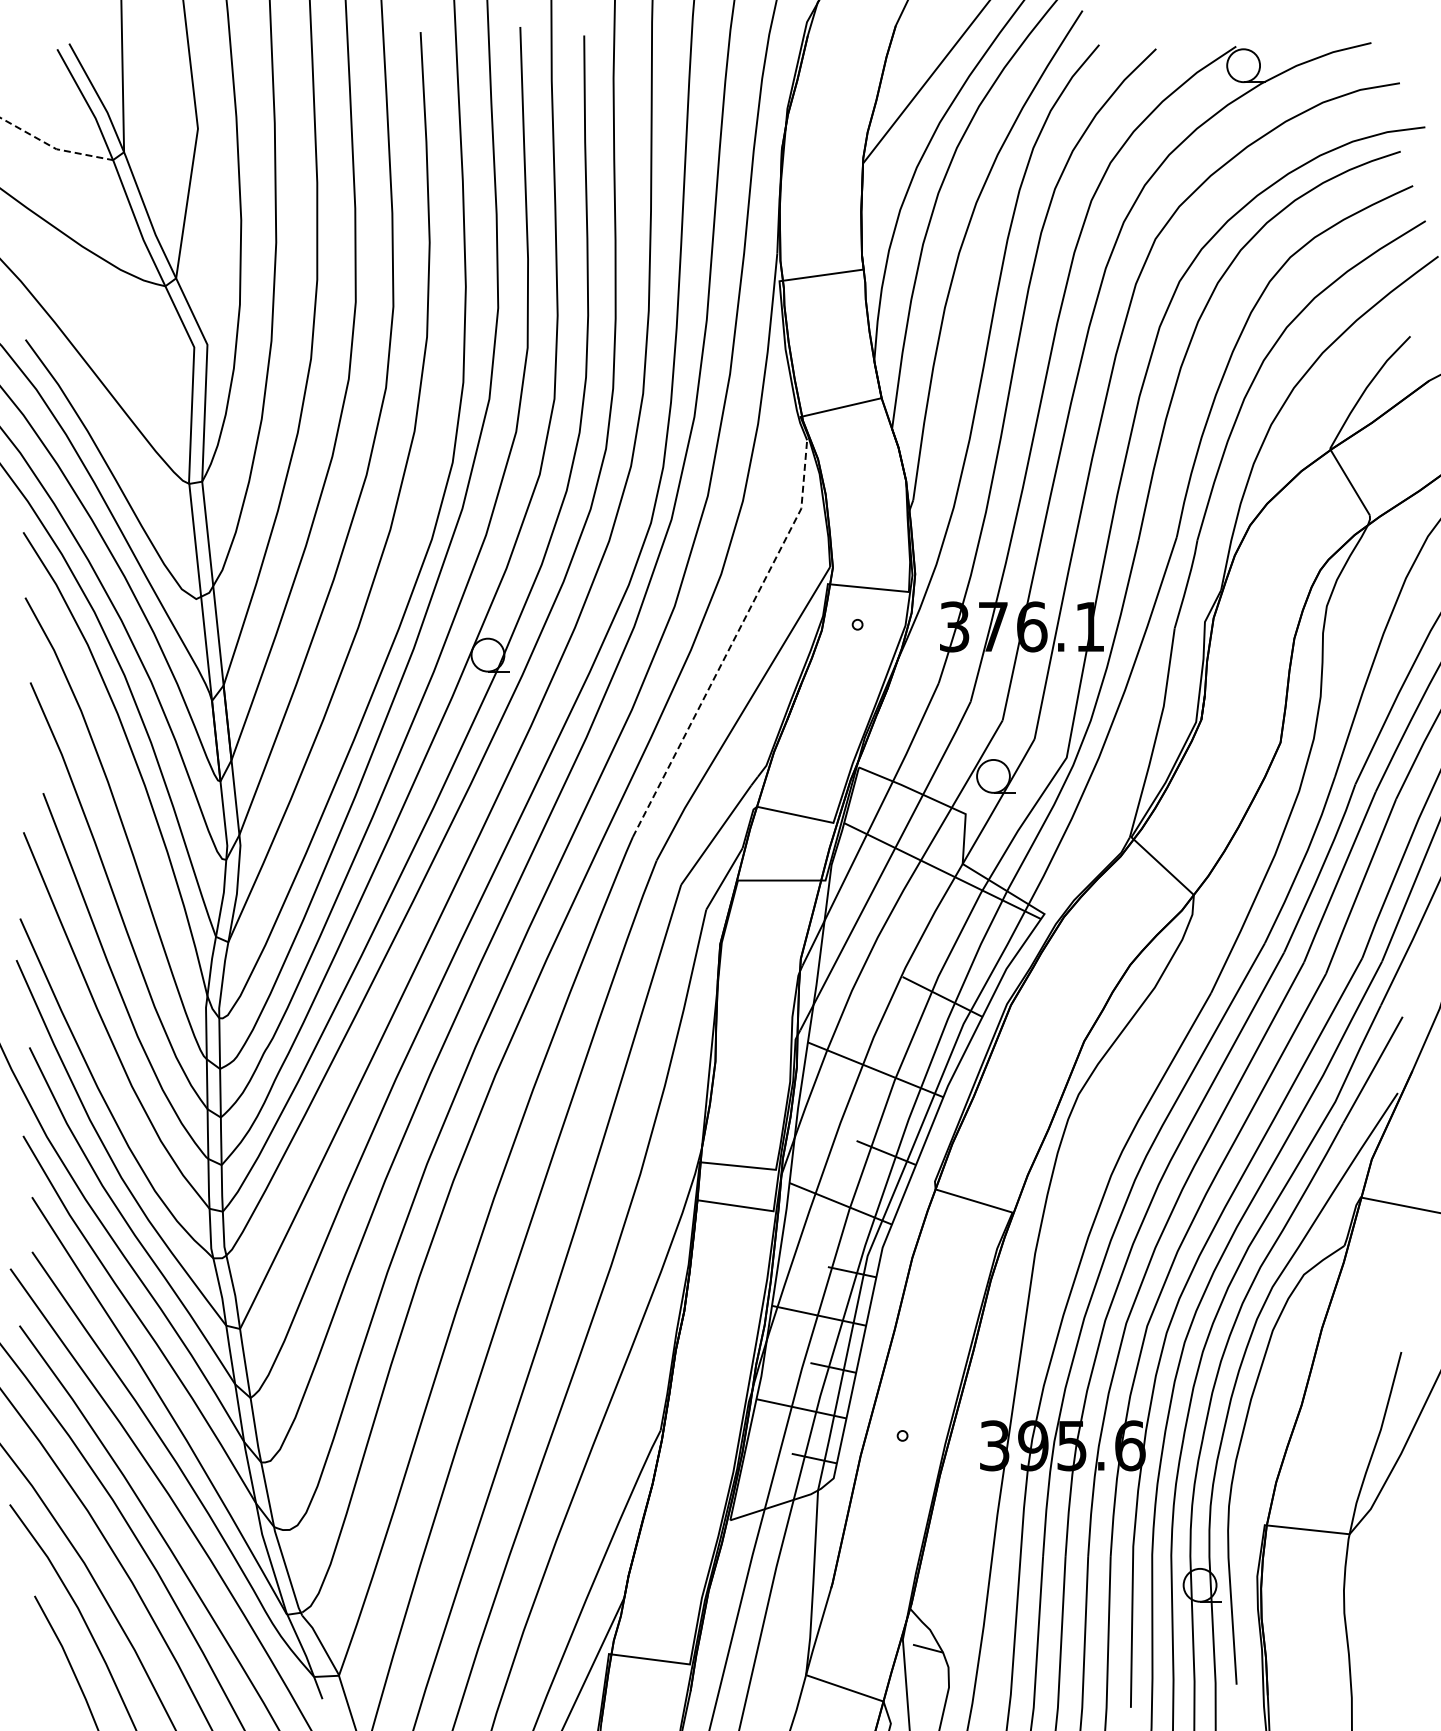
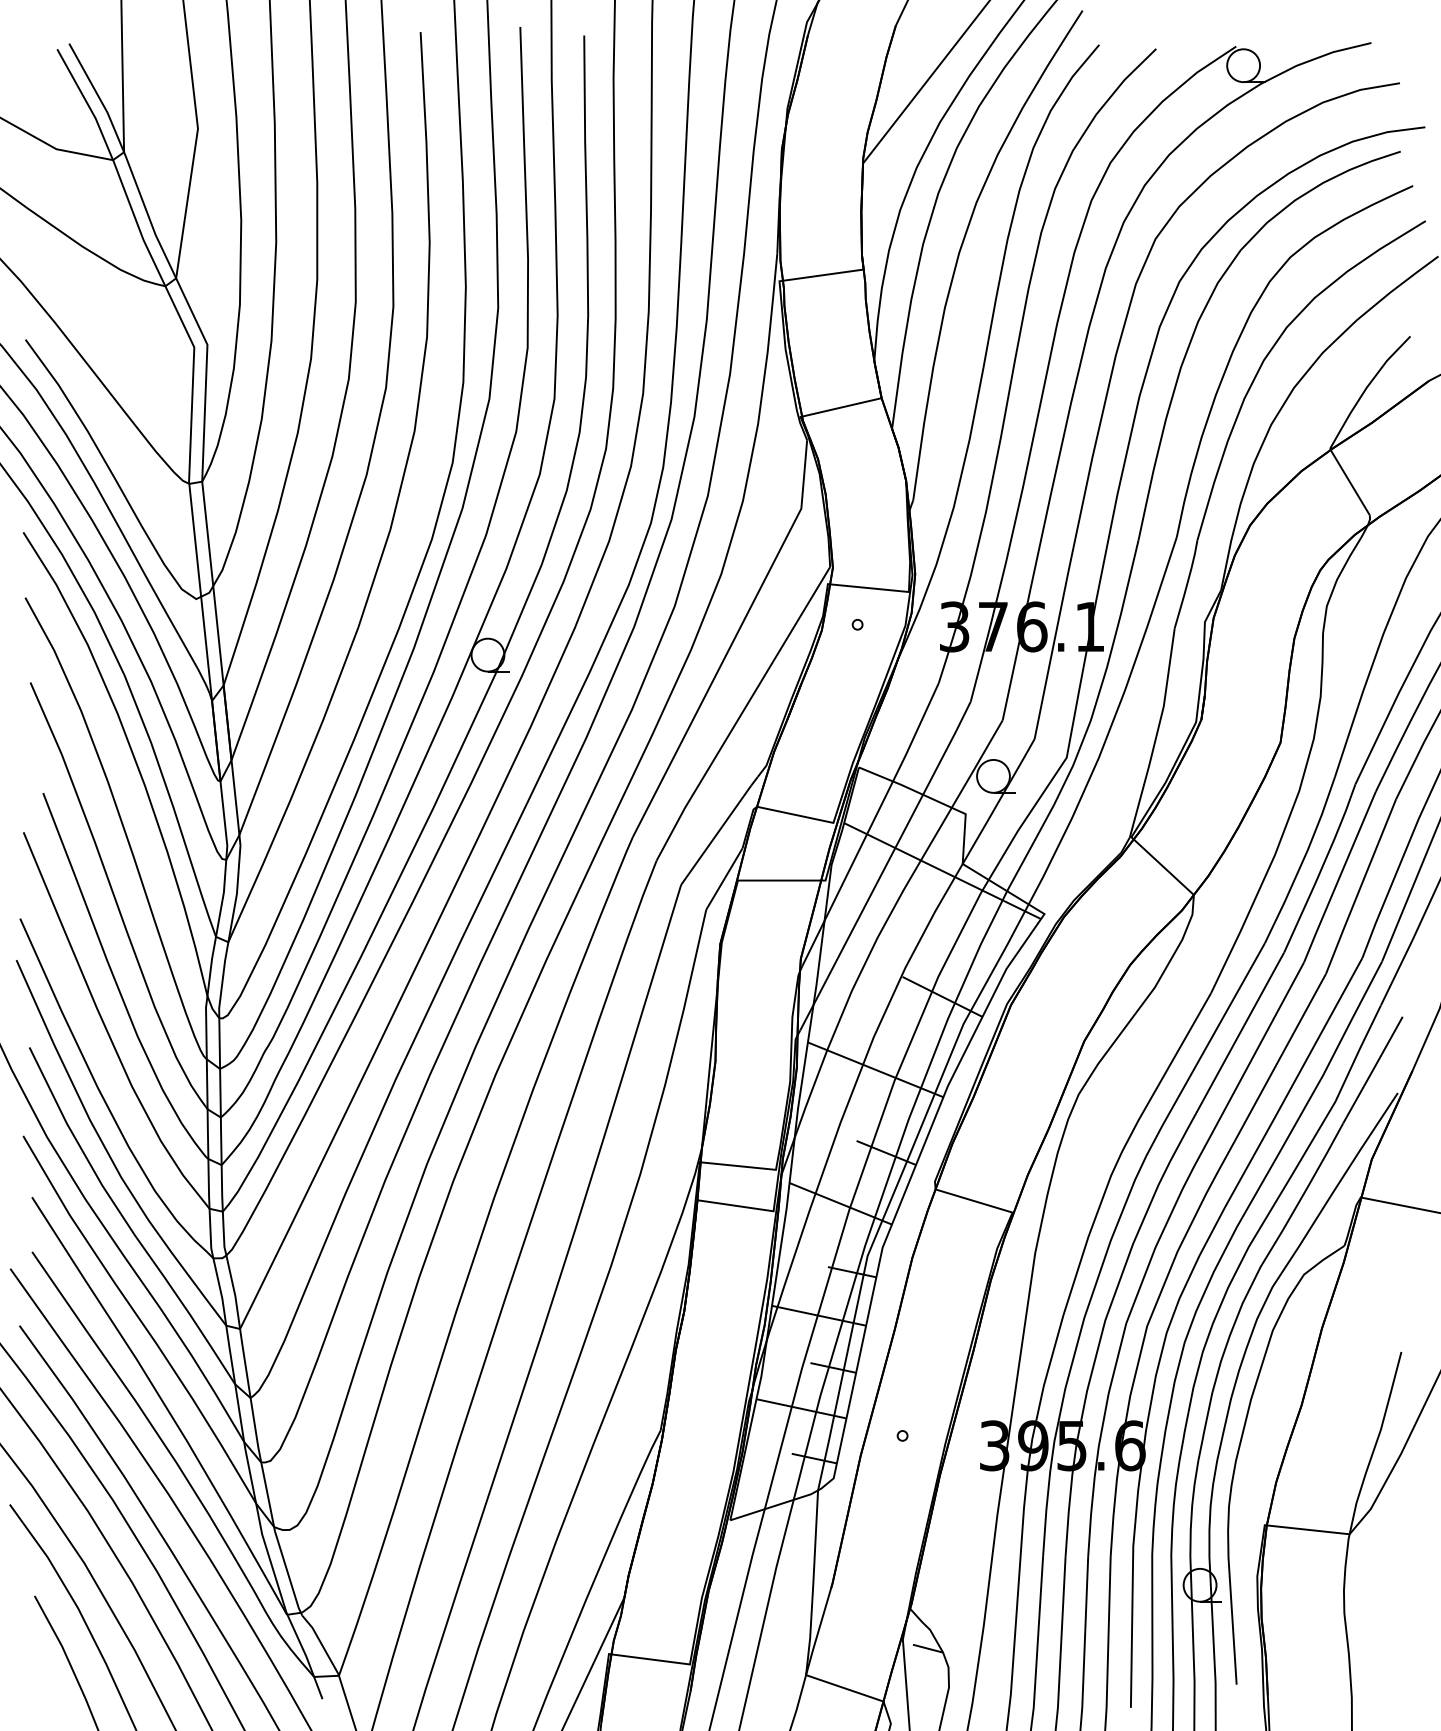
line at (54, 148): dashed -> solid
line at (733, 641): dashed -> solid
